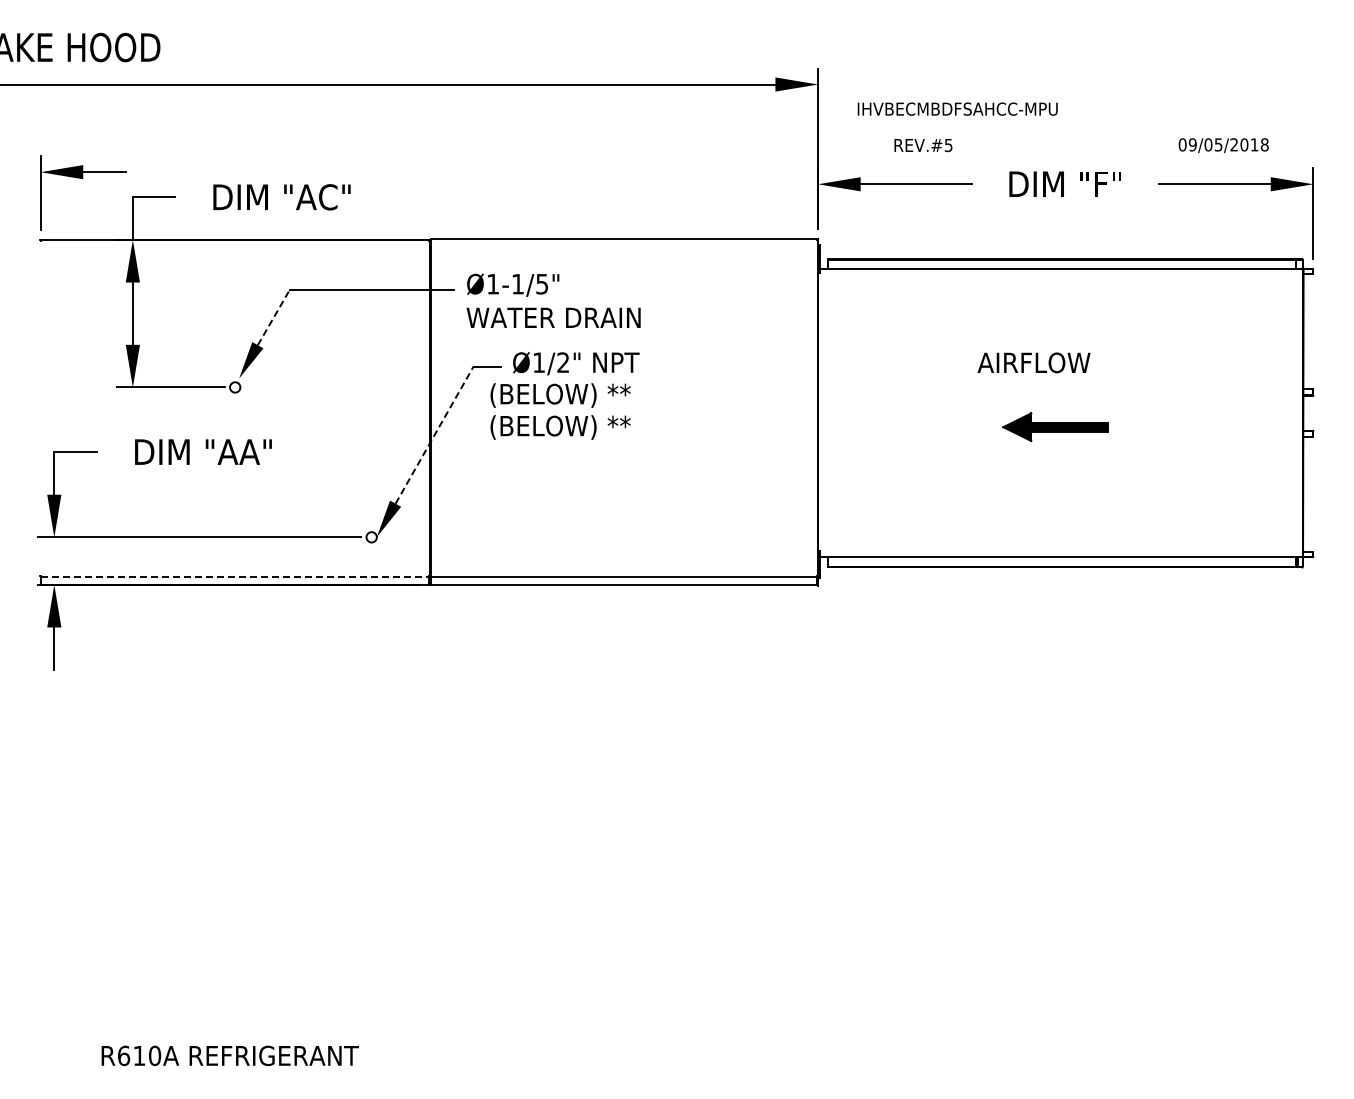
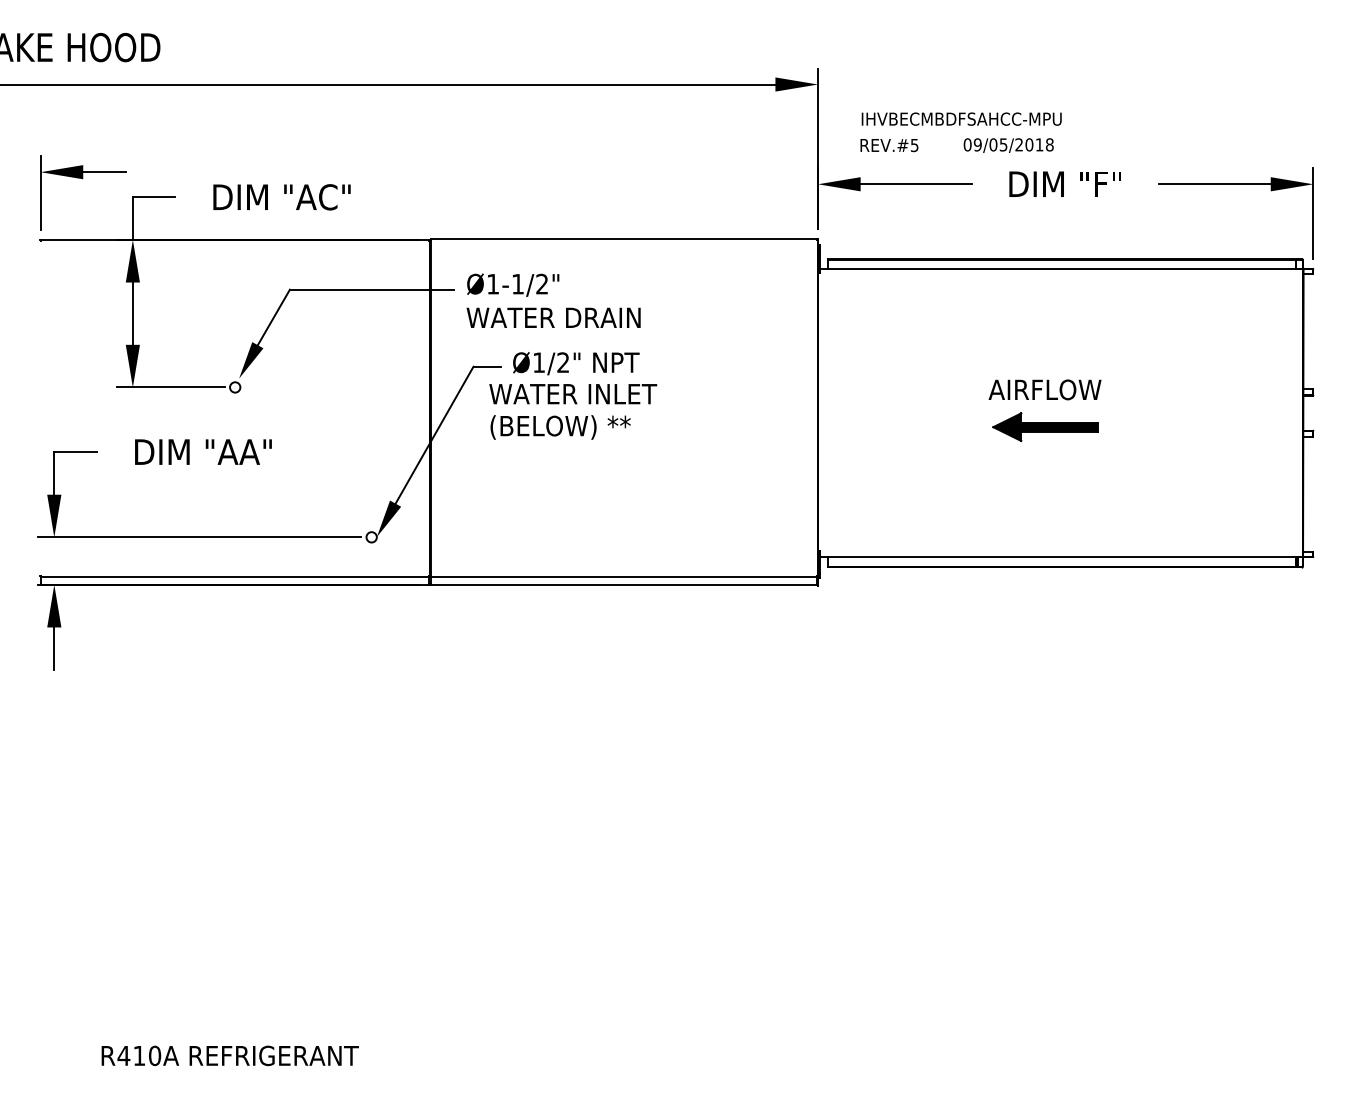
text at (957, 108) position: (957, 108) -> (961, 118)
text at (923, 145) position: (923, 145) -> (889, 145)
text at (1223, 145) position: (1223, 145) -> (1008, 145)
text at (541, 283): Ø1-1/5" -> Ø1-1/2"
line at (274, 317): dashed -> solid
text at (1033, 362) position: (1033, 362) -> (1044, 389)
text at (573, 395): (BELOW) ** -> WATER INLET
part at (1055, 427) position: (1055, 427) -> (1045, 427)
line at (434, 435): dashed -> solid
line at (235, 576): dashed -> solid
text at (123, 1055): R610A -> R410A
